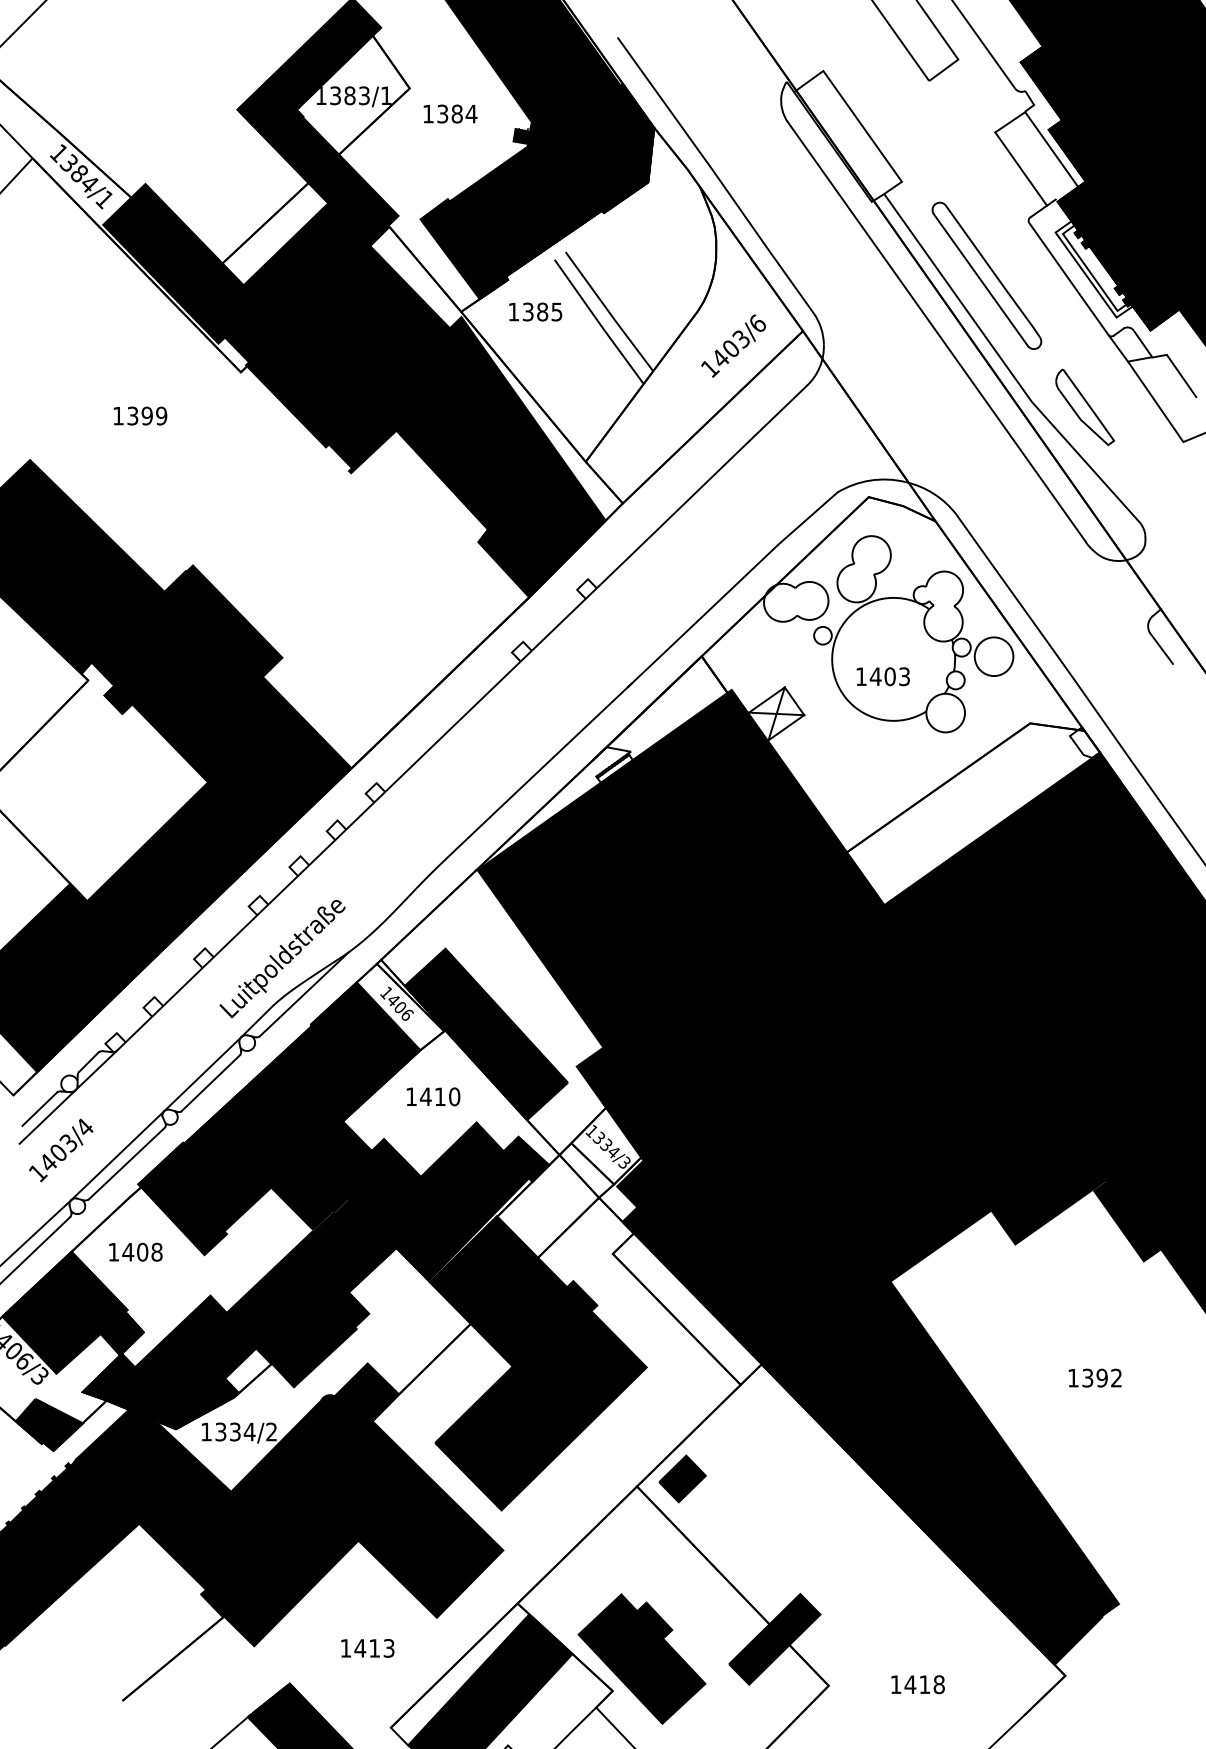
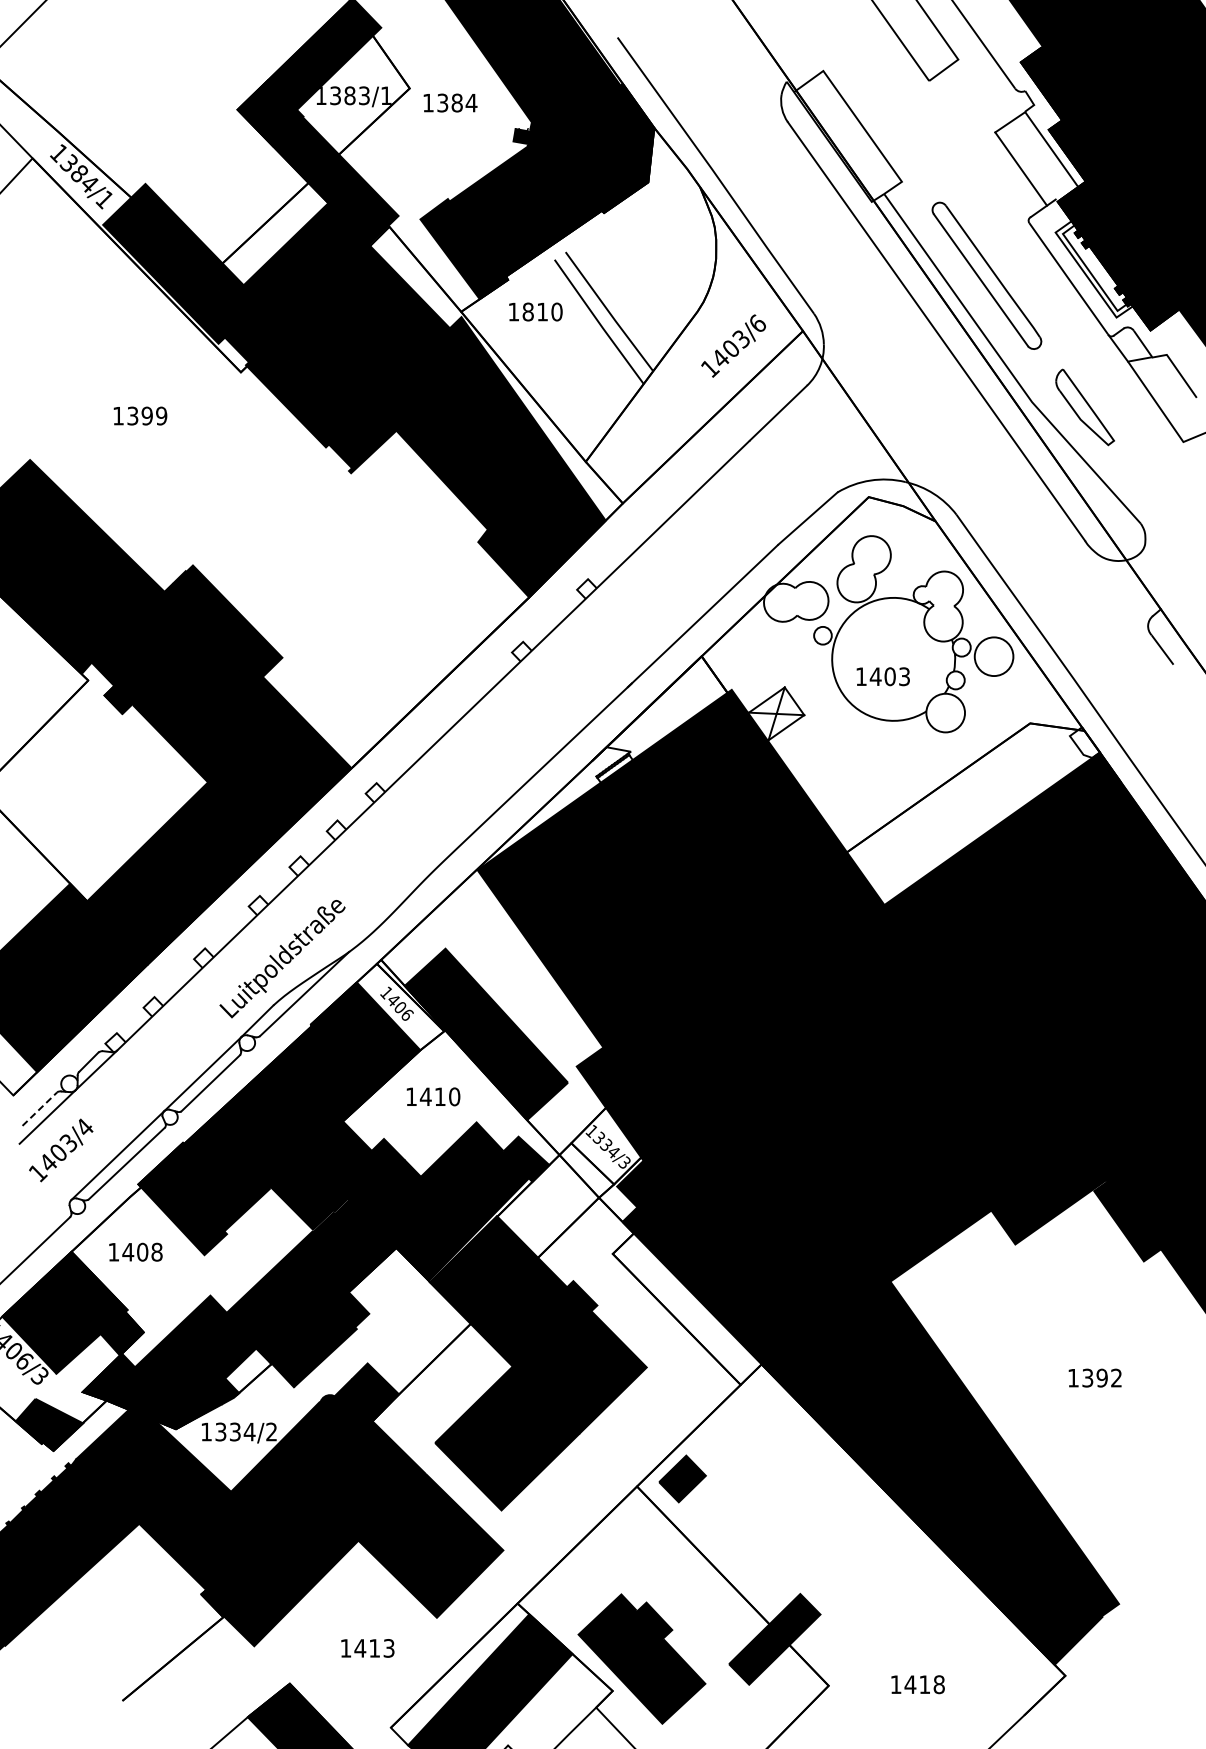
text at (450, 113) position: (450, 113) -> (450, 102)
text at (542, 311): 1385 -> 1810
line at (40, 1108): solid -> dashed
line at (36, 1232): present -> none
